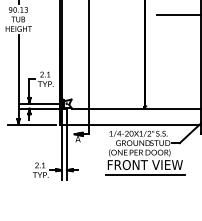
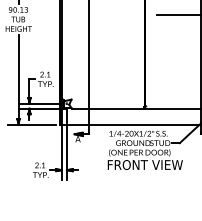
line at (144, 174): present -> none
